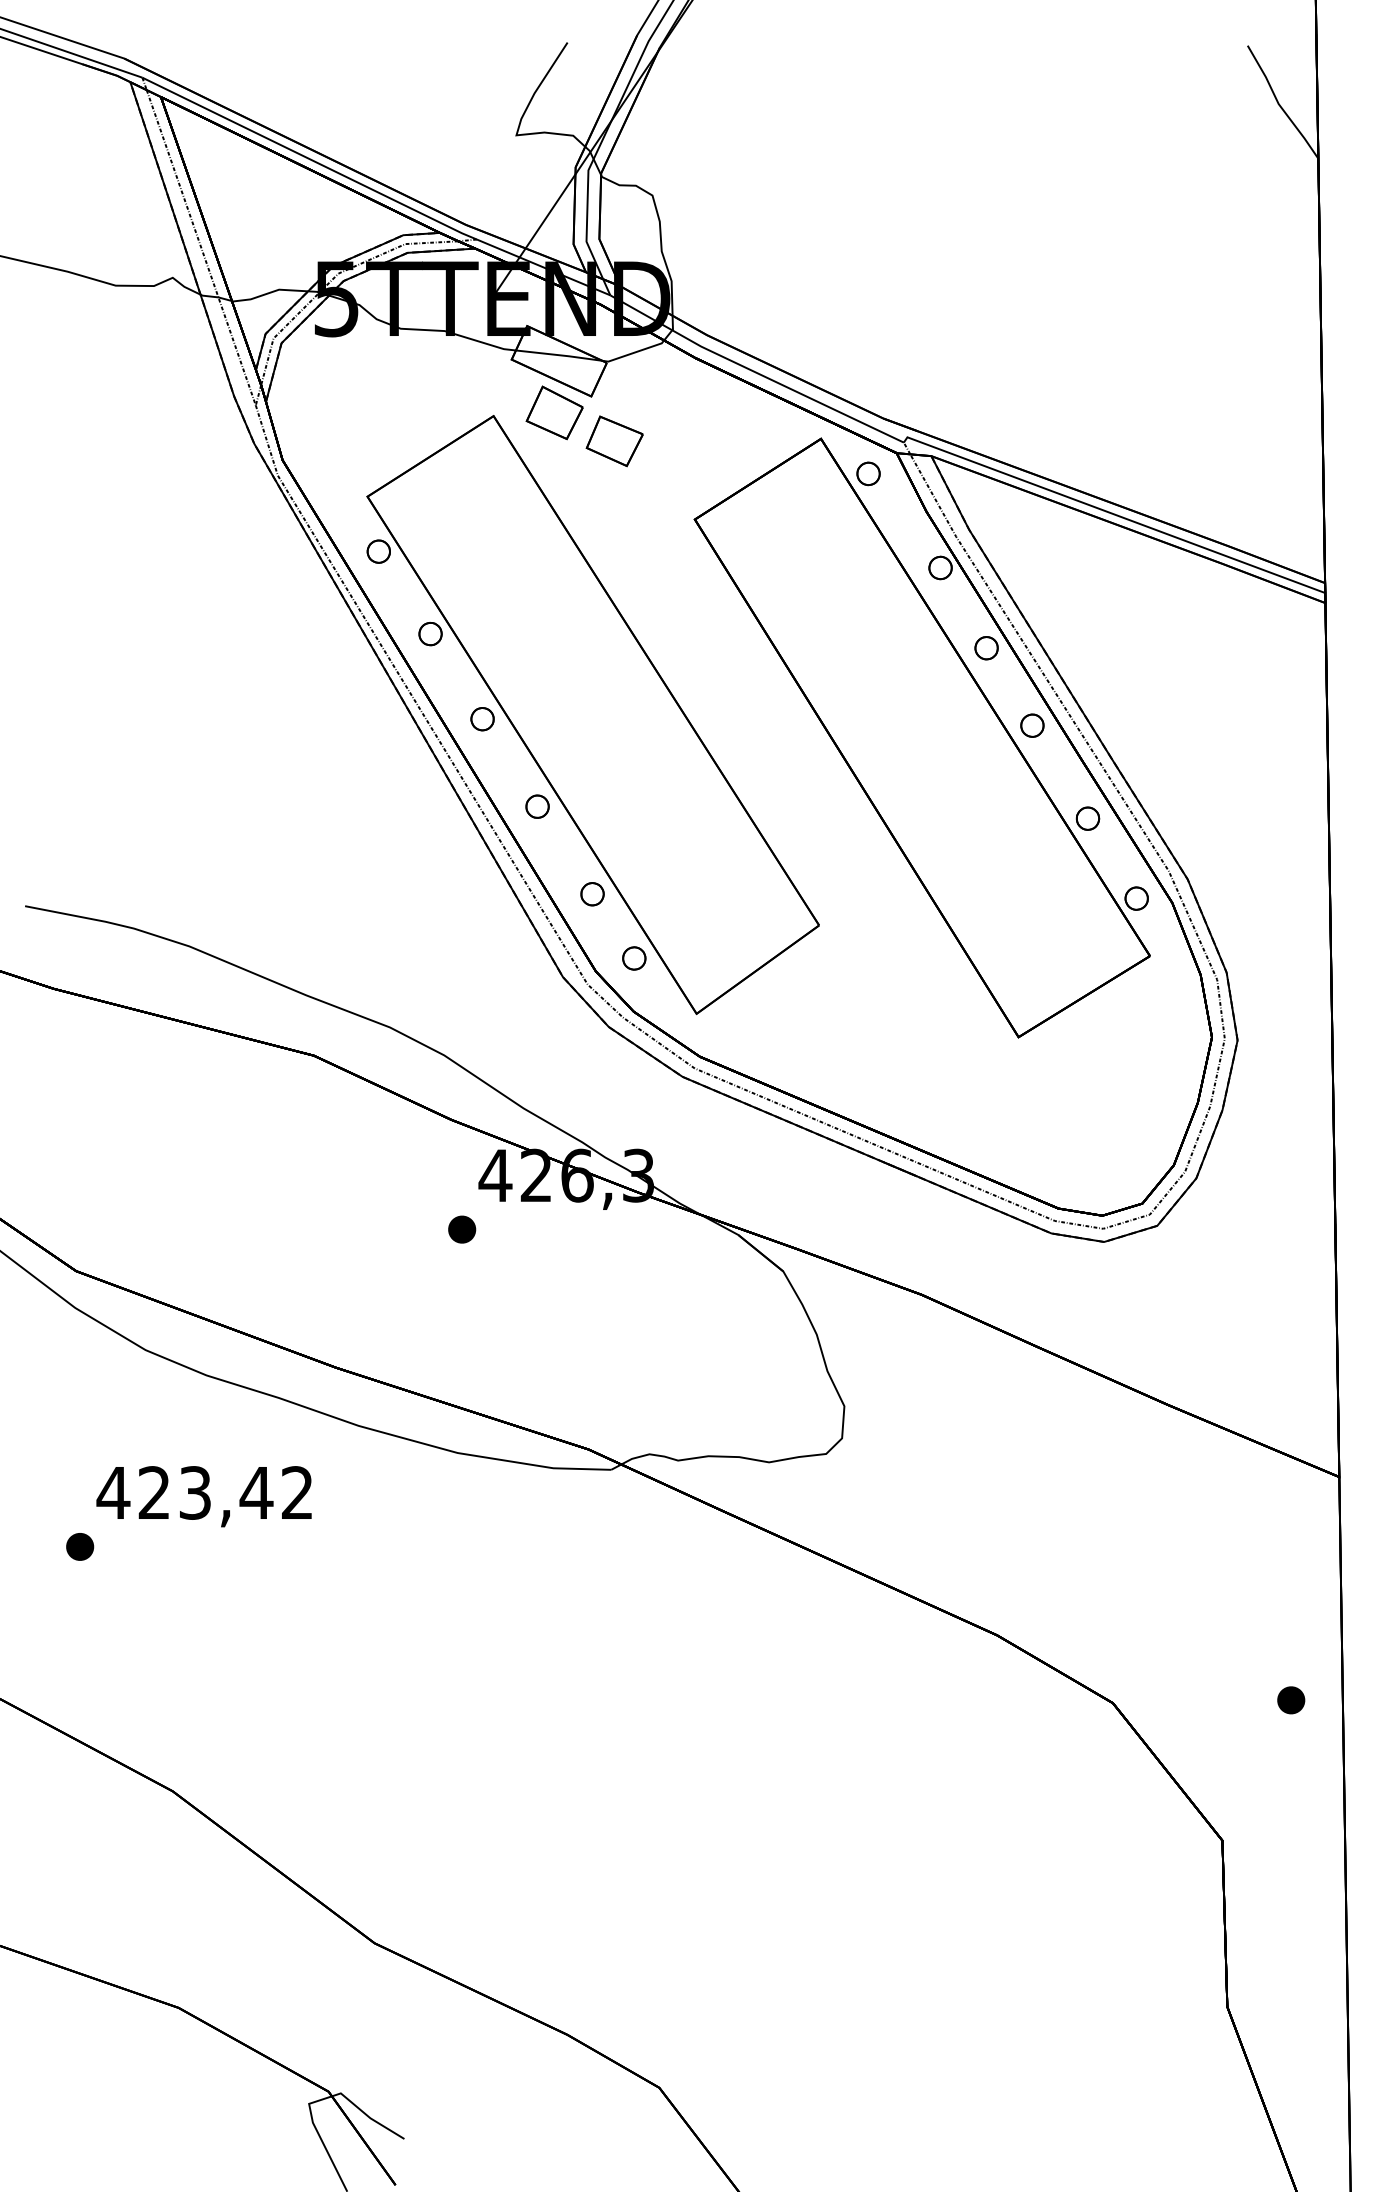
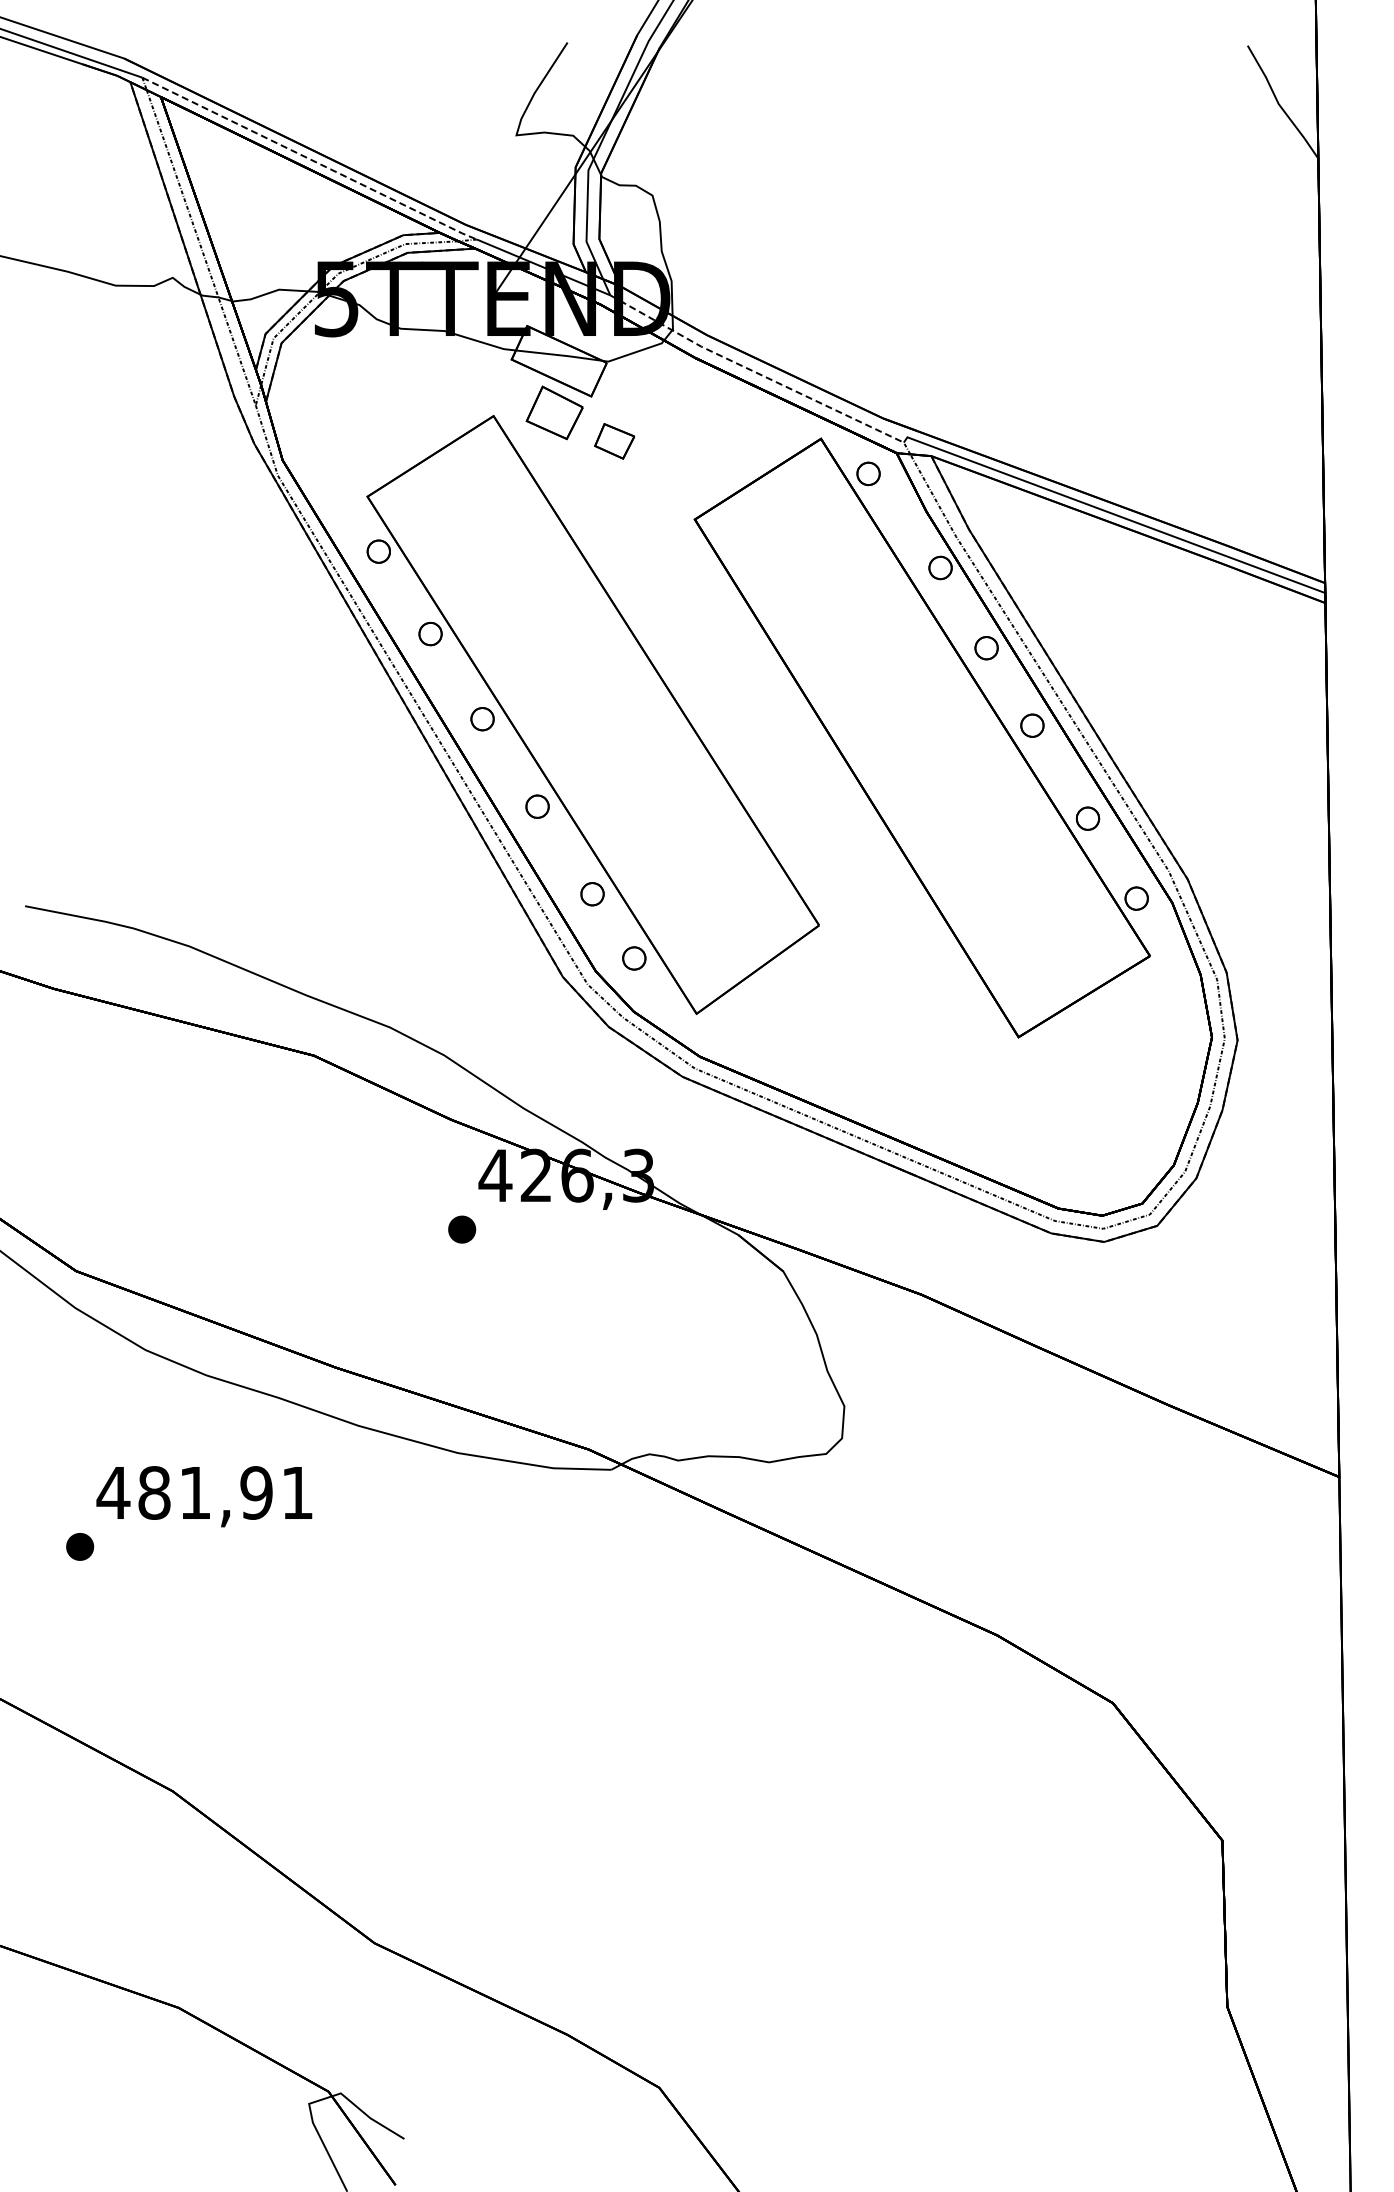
line at (310, 159): solid -> dashed
line at (755, 372): solid -> dashed
part at (614, 441) size: 59x53 px -> 42x37 px
text at (225, 1492): 423,42 -> 481,91
part at (1291, 1700): present -> none
